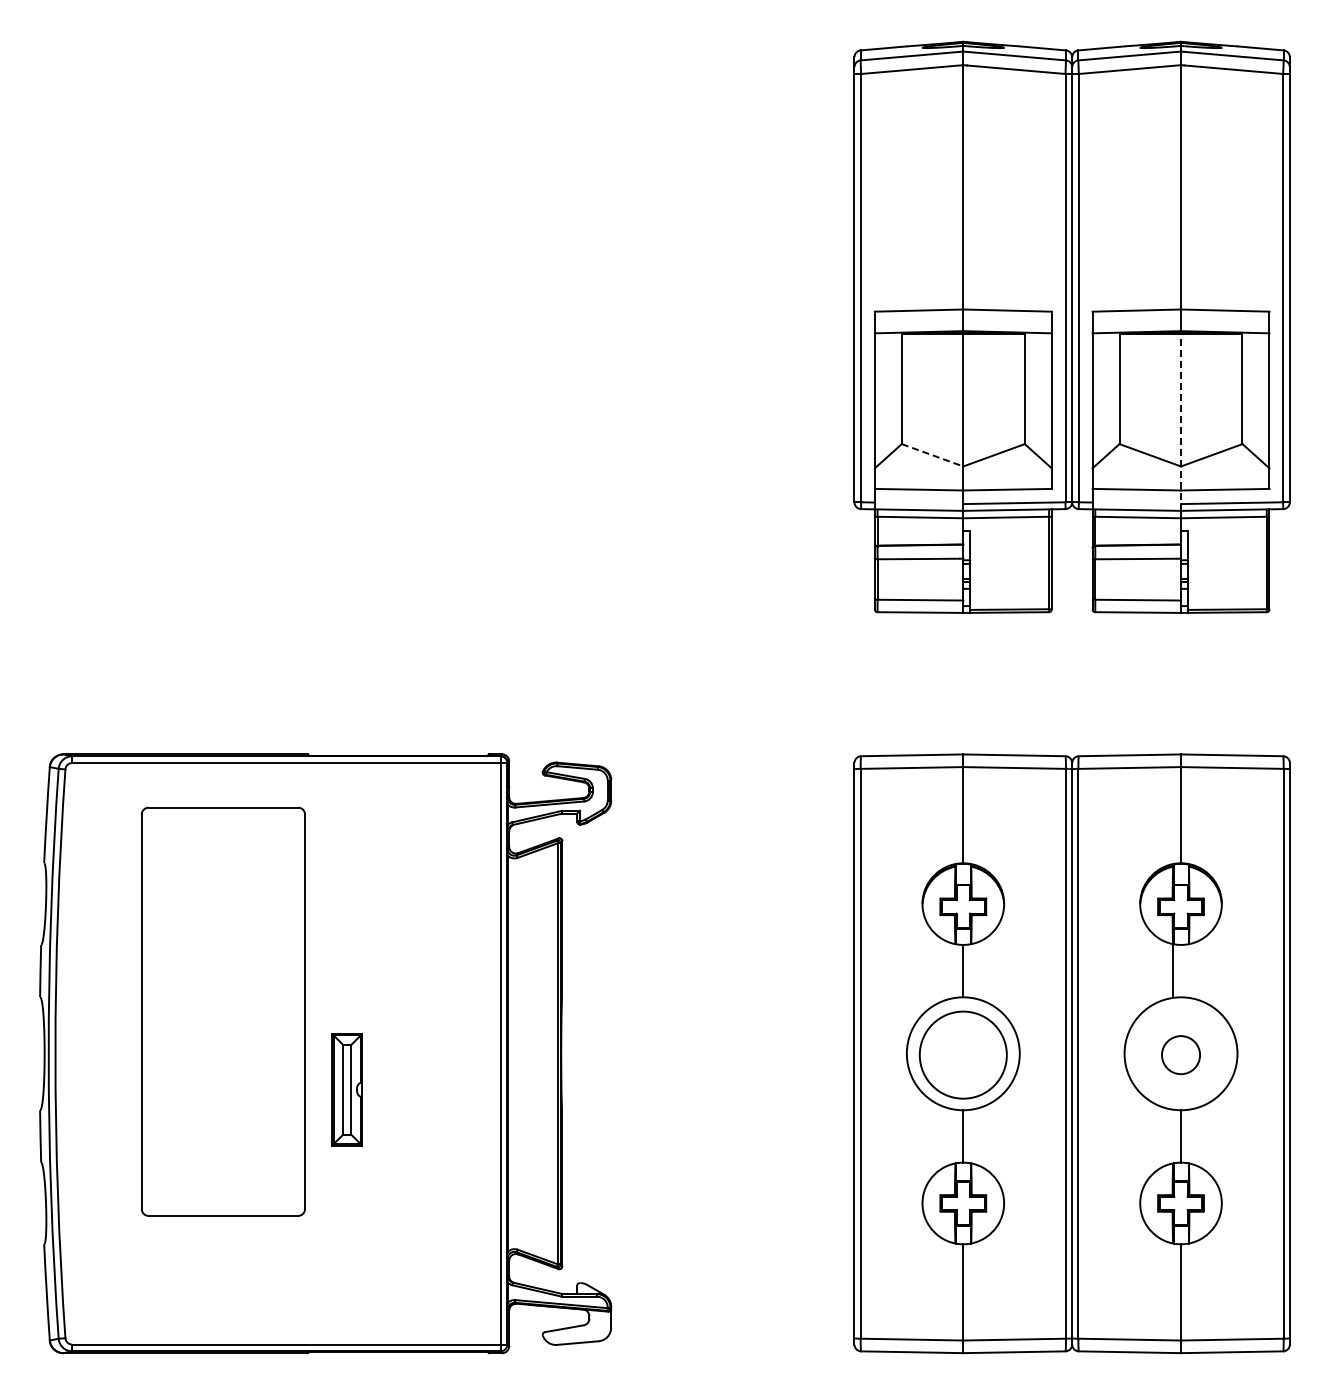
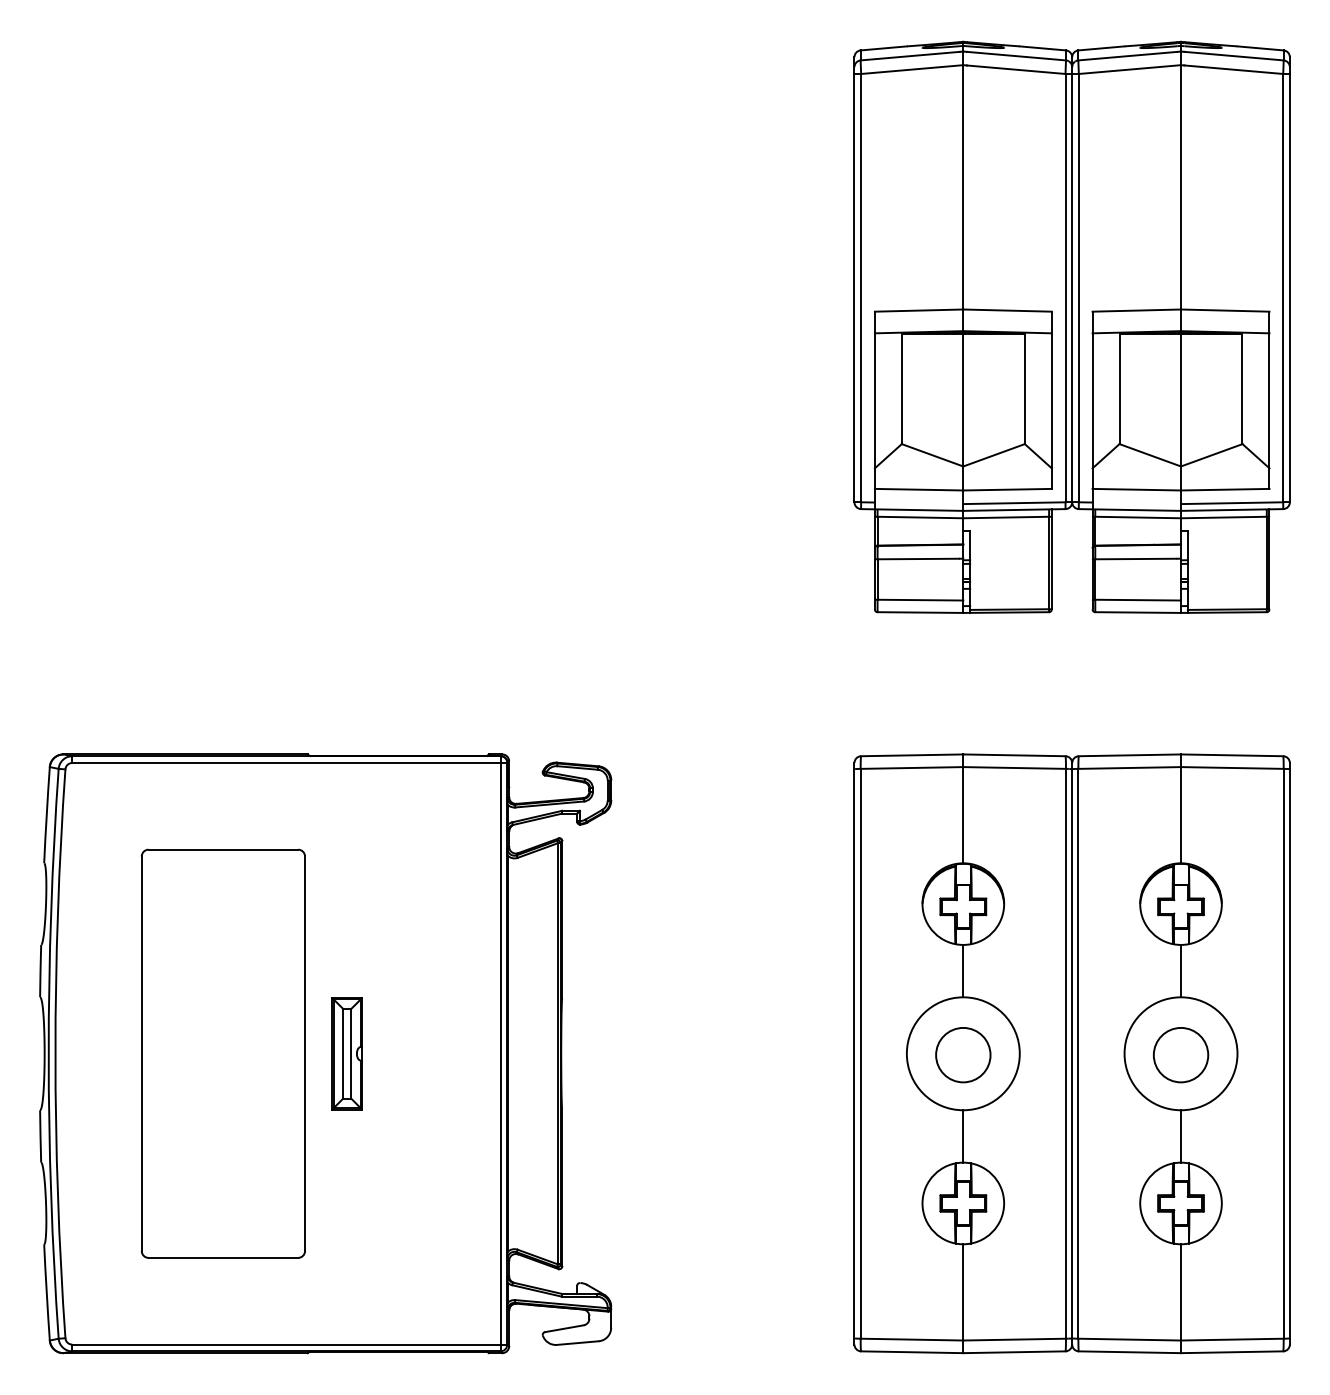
line at (1181, 421): dashed -> solid
line at (932, 455): dashed -> solid
line at (1173, 970) position: (1173, 970) -> (1181, 970)
part at (222, 1011) position: (222, 1011) -> (222, 1053)
circle at (962, 1054) diameter: 87 px -> 54 px
circle at (1180, 1055) diameter: 38 px -> 54 px
part at (346, 1089) position: (346, 1089) -> (346, 1053)
